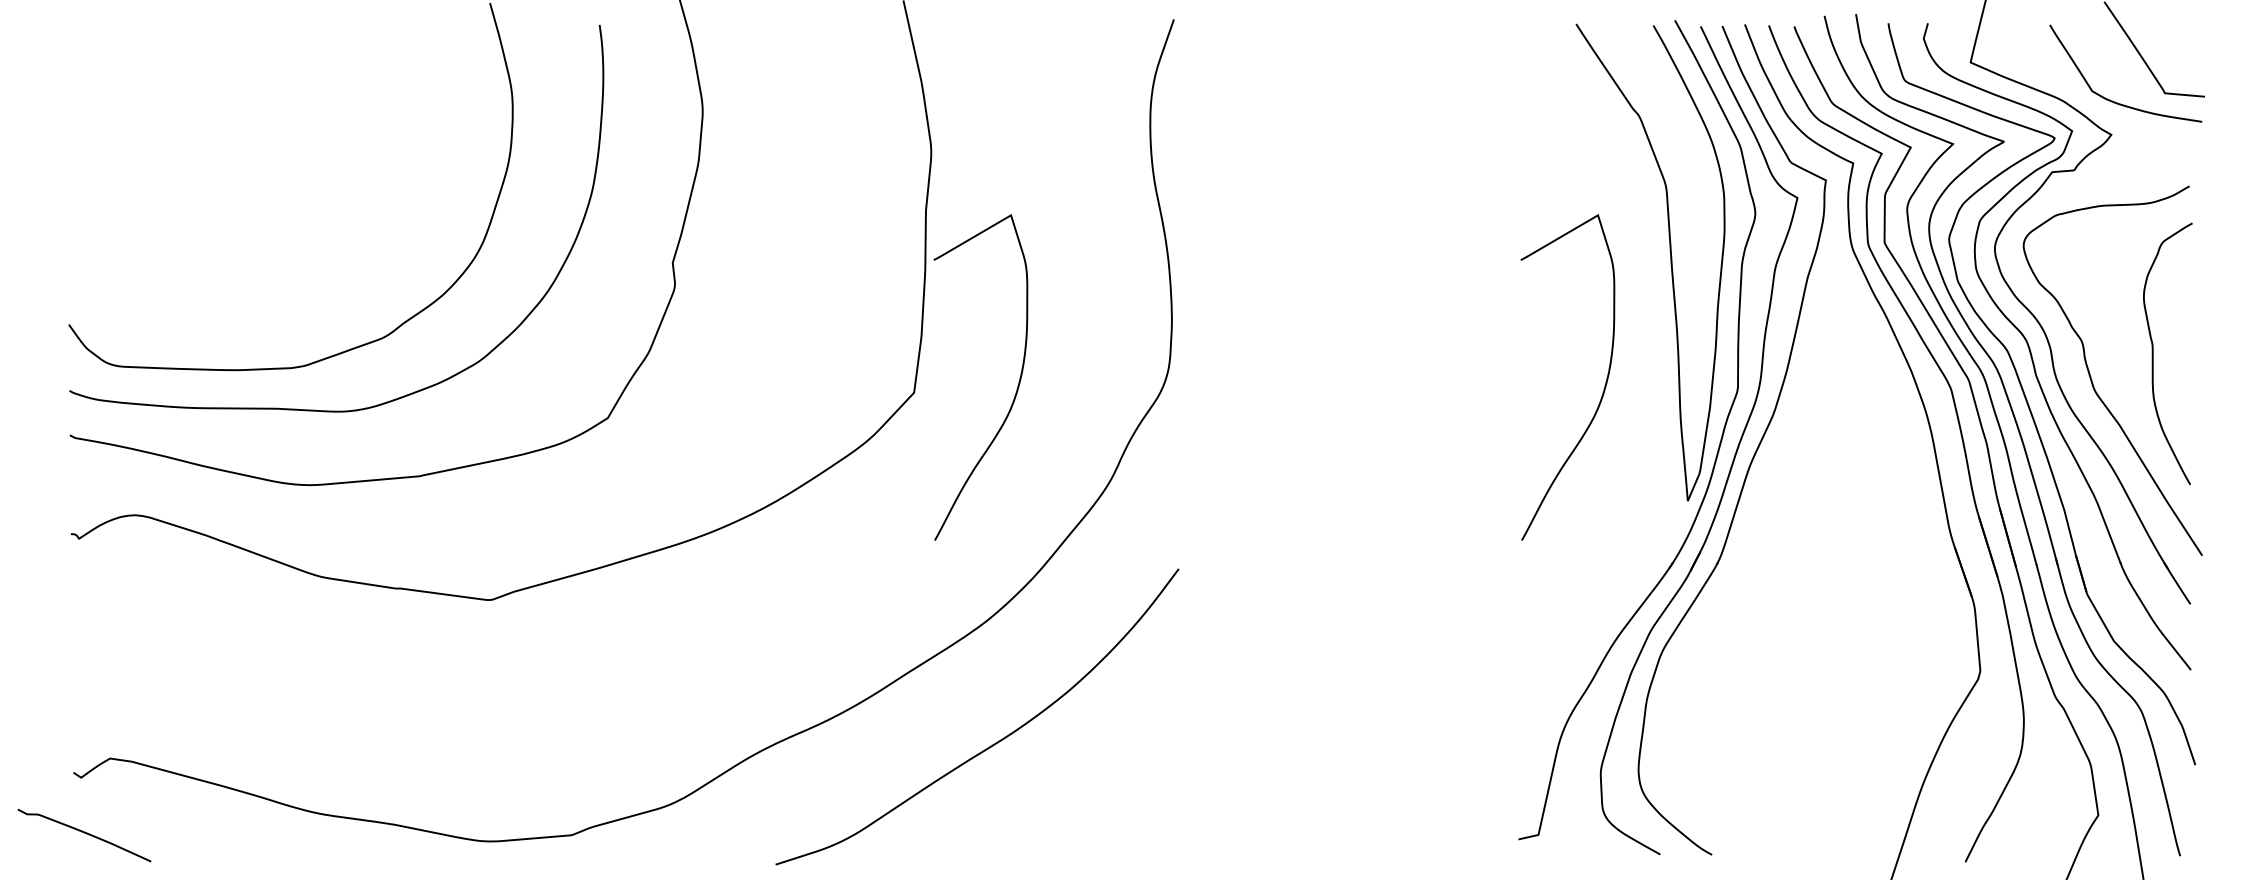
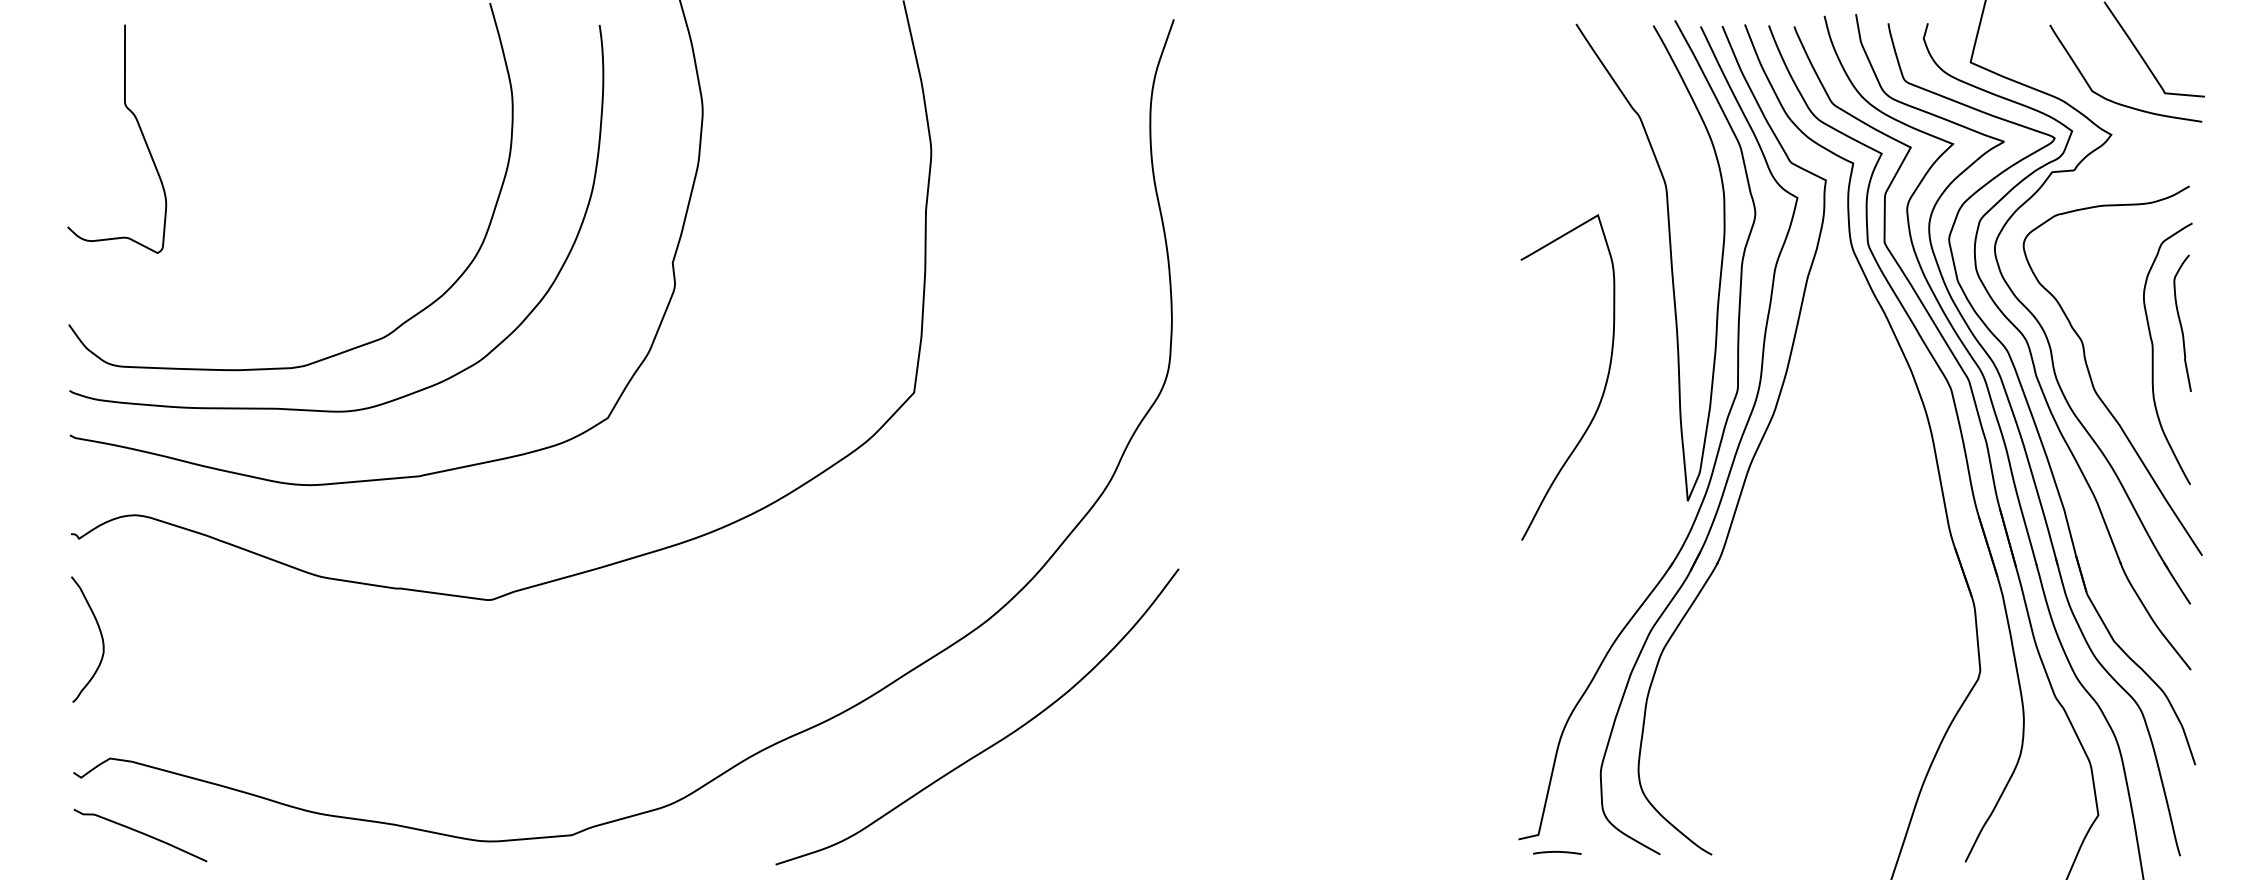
curve at (139, 129): none -> present
curve at (2181, 322): none -> present
curve at (1017, 385): present -> none
part at (100, 635): none -> present
curve at (84, 833) position: (84, 833) -> (140, 833)
curve at (1557, 852): none -> present
